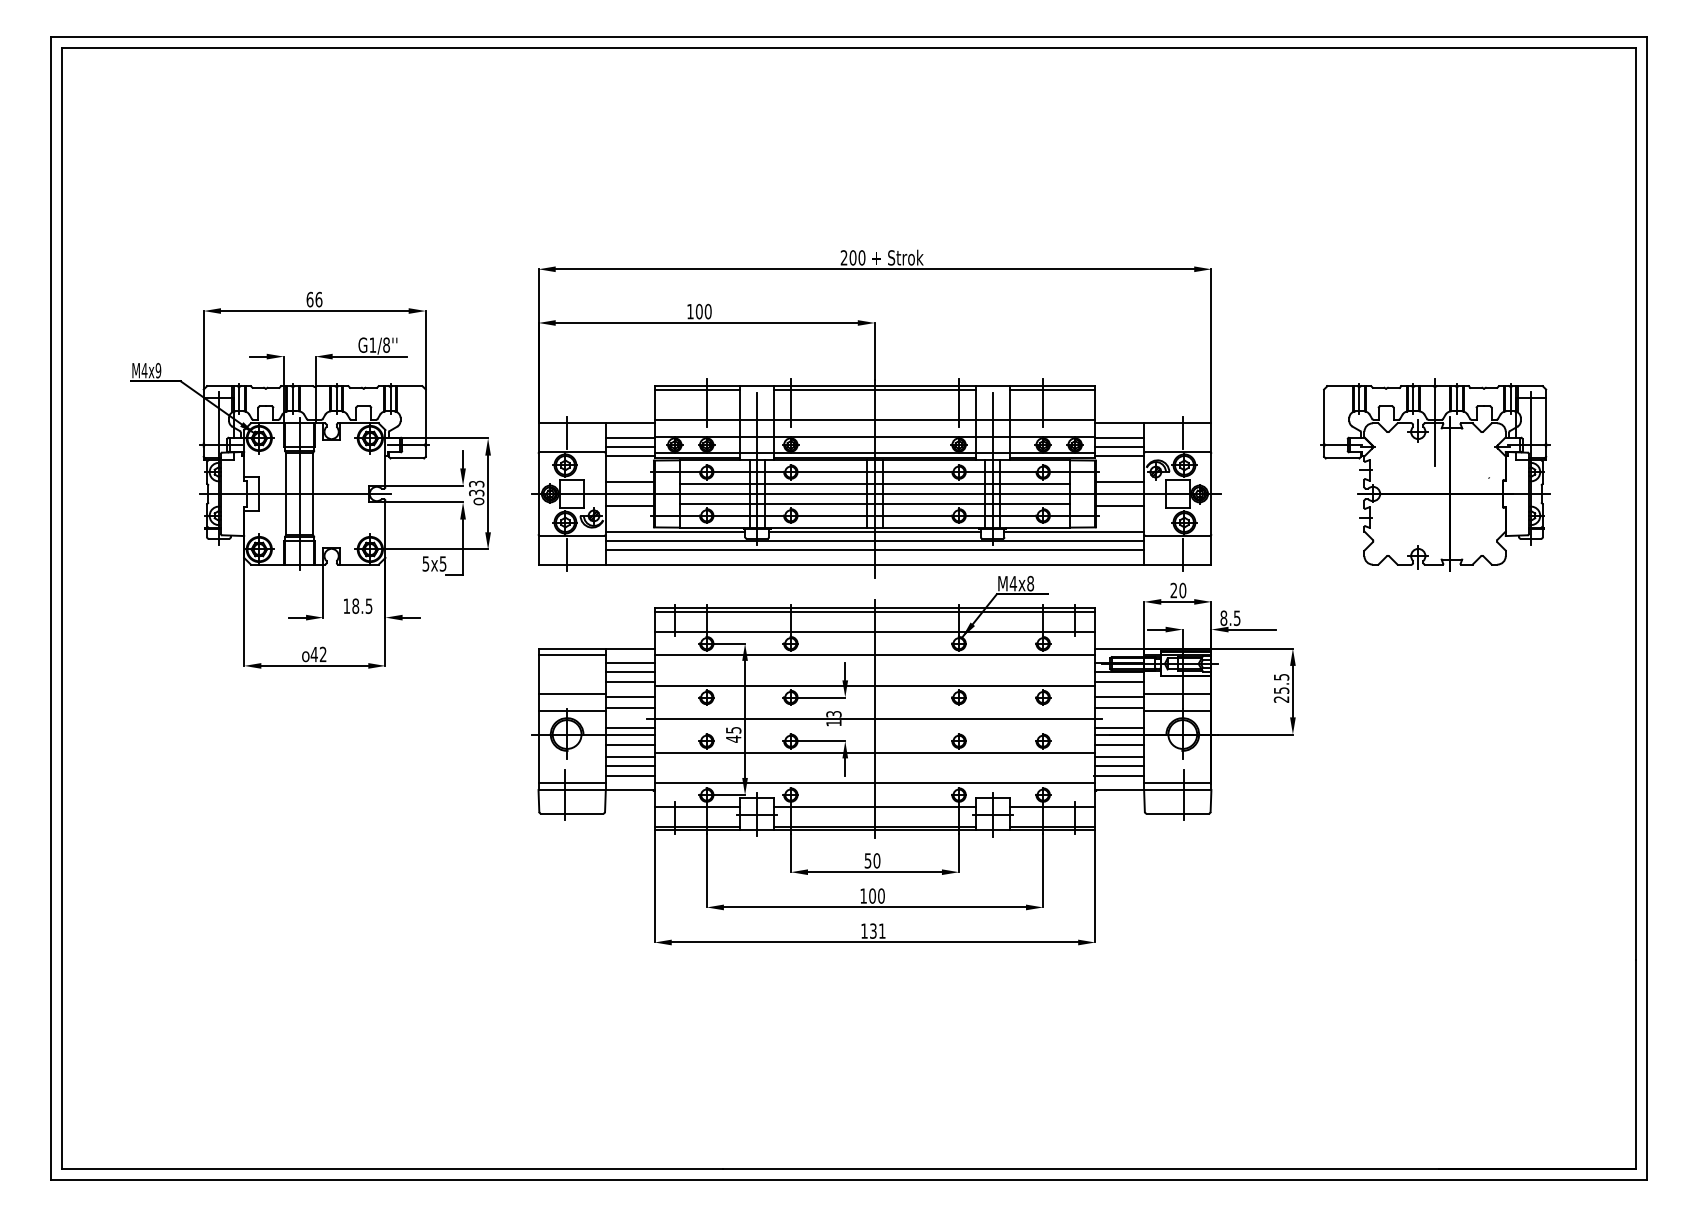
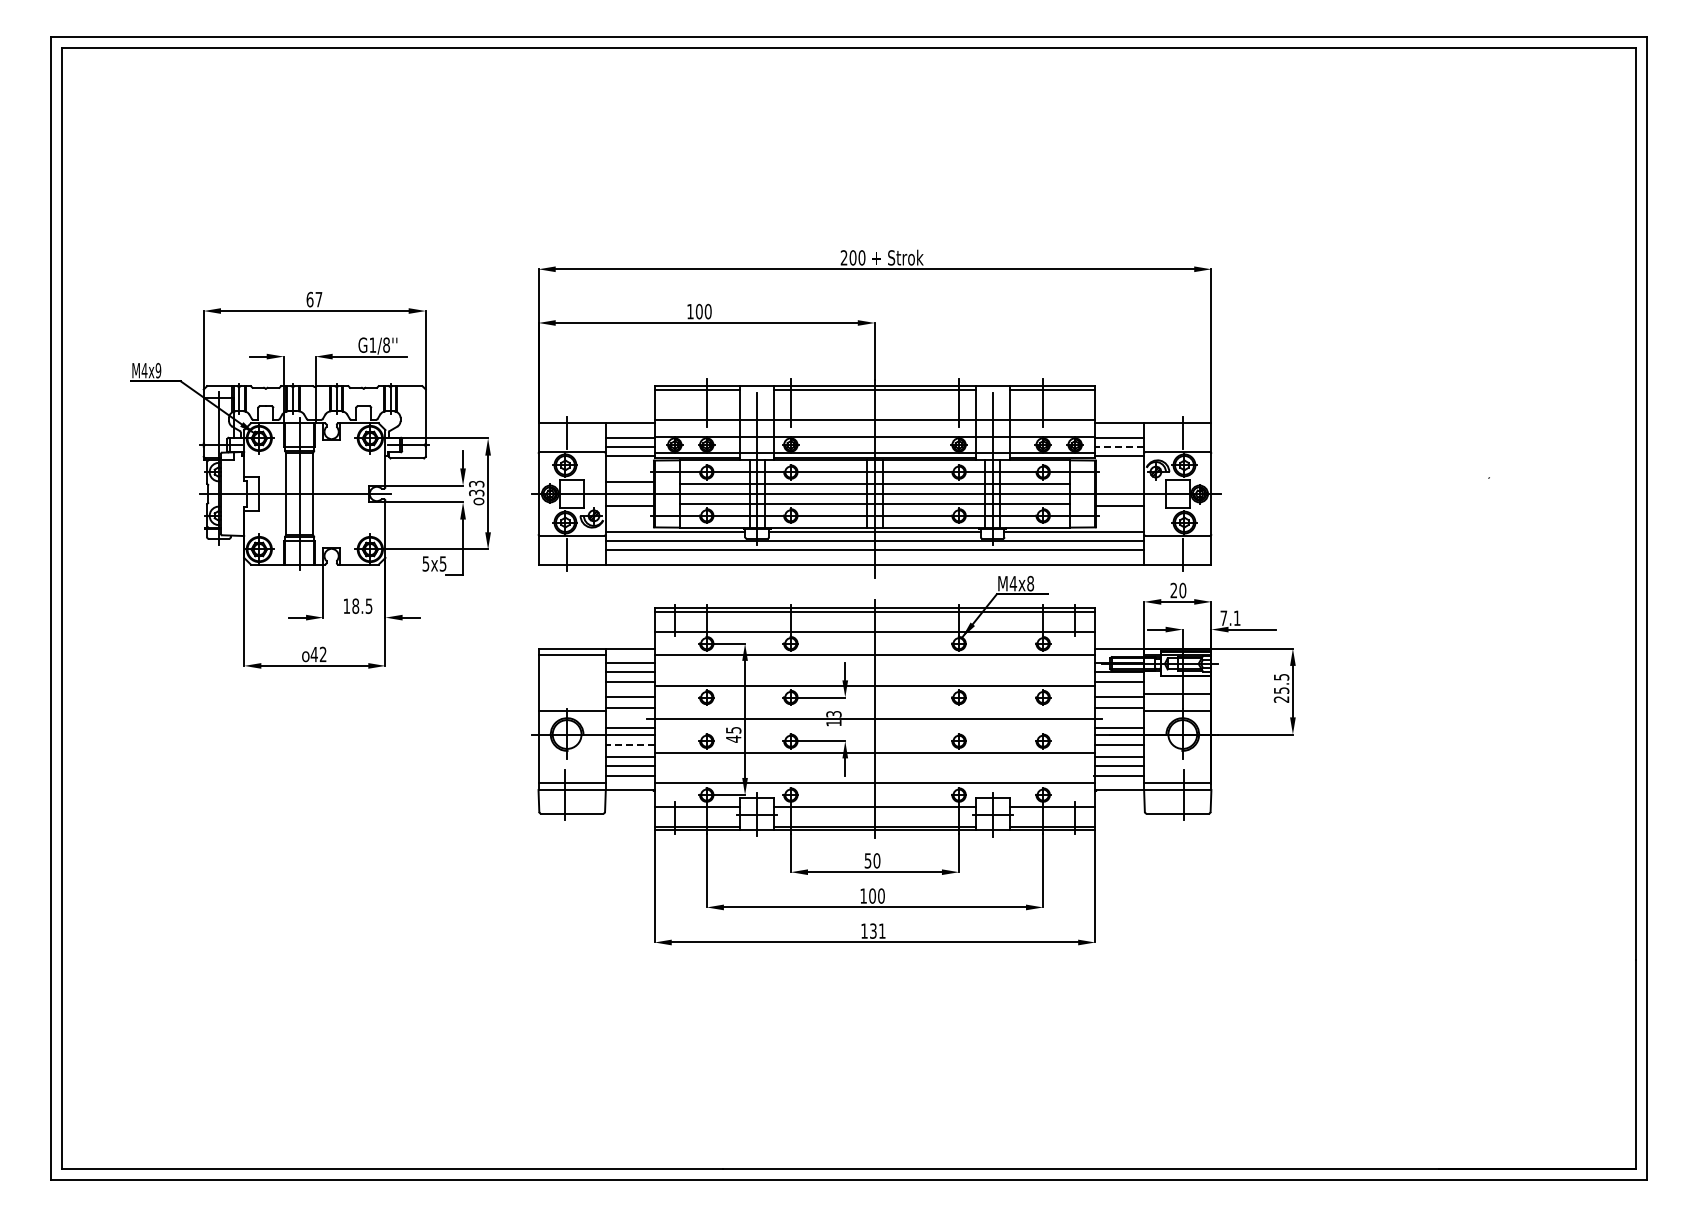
text at (318, 299): 66 -> 67
line at (1119, 446): solid -> dashed
part at (1435, 474): present -> none
line at (1119, 481): present -> none
text at (1230, 618): 8.5 -> 7.1
line at (571, 694): present -> none
line at (629, 744): solid -> dashed
